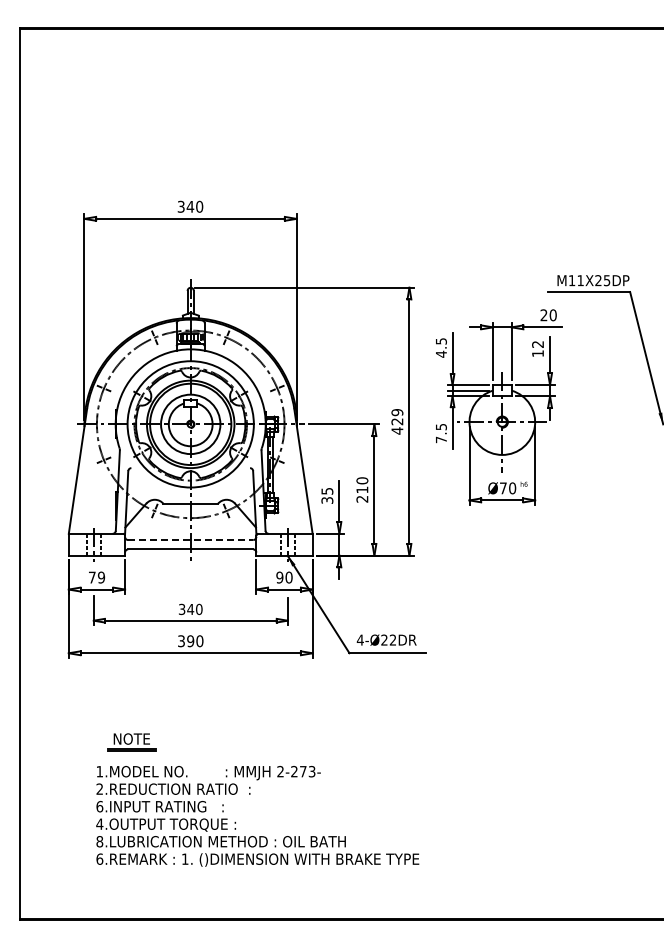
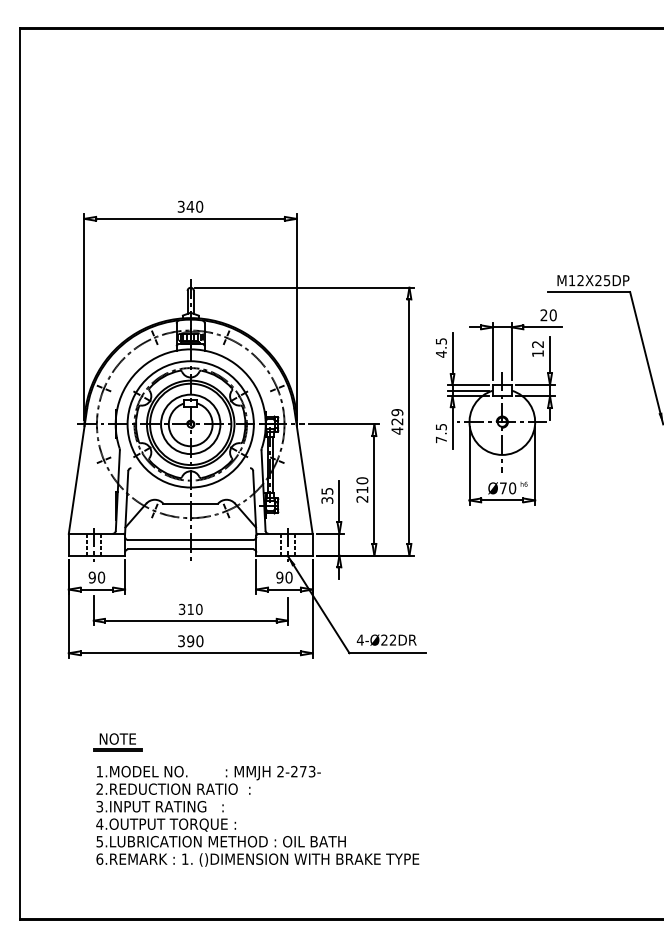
text at (580, 280): M11X25DP -> M12X25DP
line at (190, 540): dashed -> solid
text at (96, 577): 79 -> 90
text at (190, 609): 340 -> 310
part at (131, 742) position: (131, 742) -> (117, 742)
text at (99, 806): 6.INPUT -> 3.INPUT
text at (99, 841): 8.LUBRICATION -> 5.LUBRICATION
